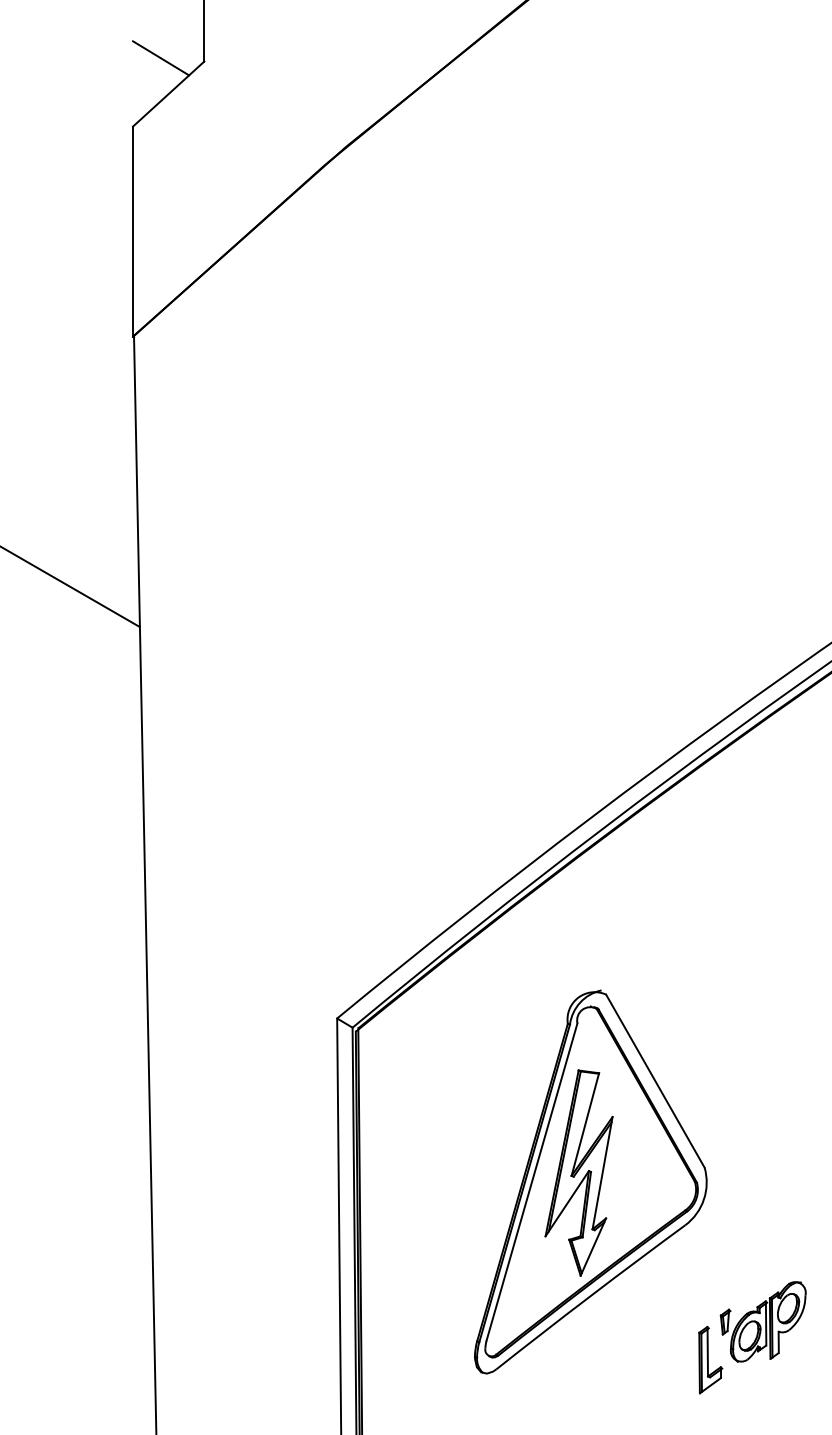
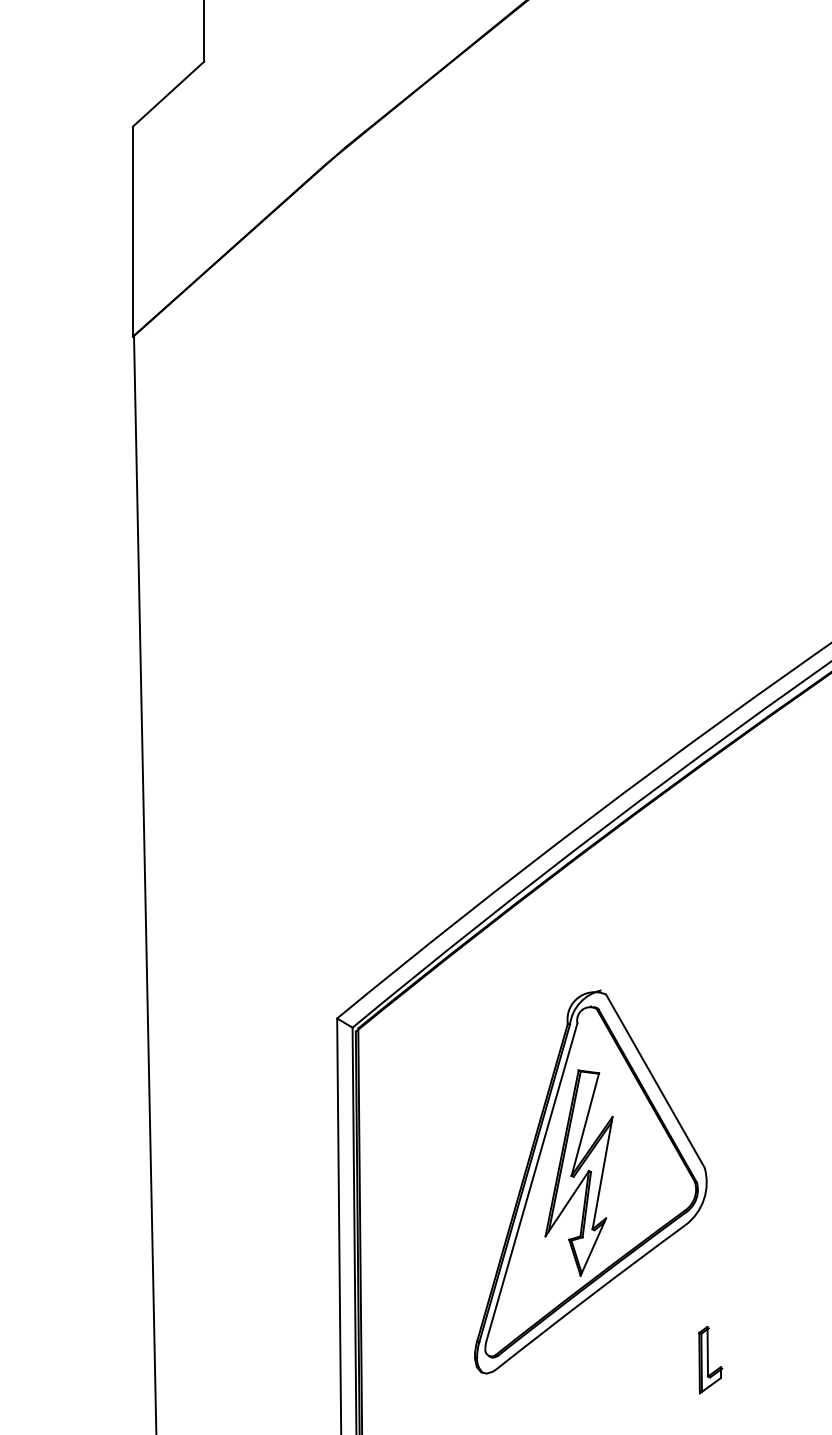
line at (161, 58): present -> none
line at (70, 587): present -> none
part at (762, 1321): present -> none
